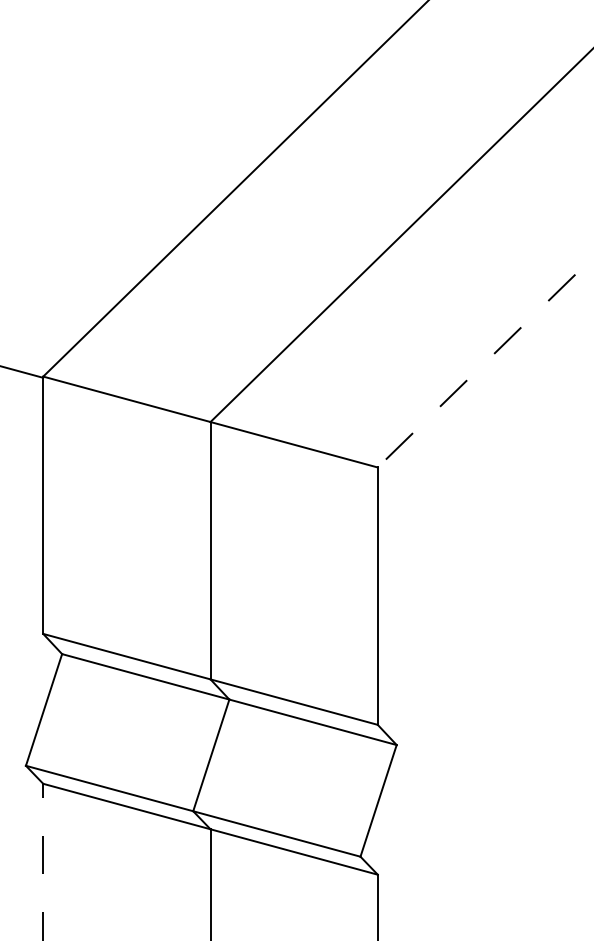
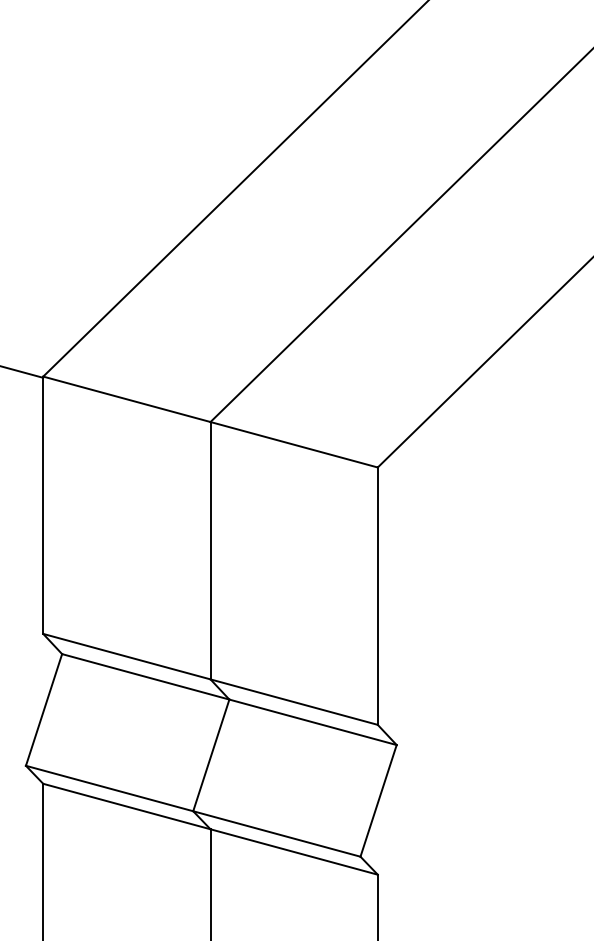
line at (485, 362): dashed -> solid
line at (43, 861): dashed -> solid
